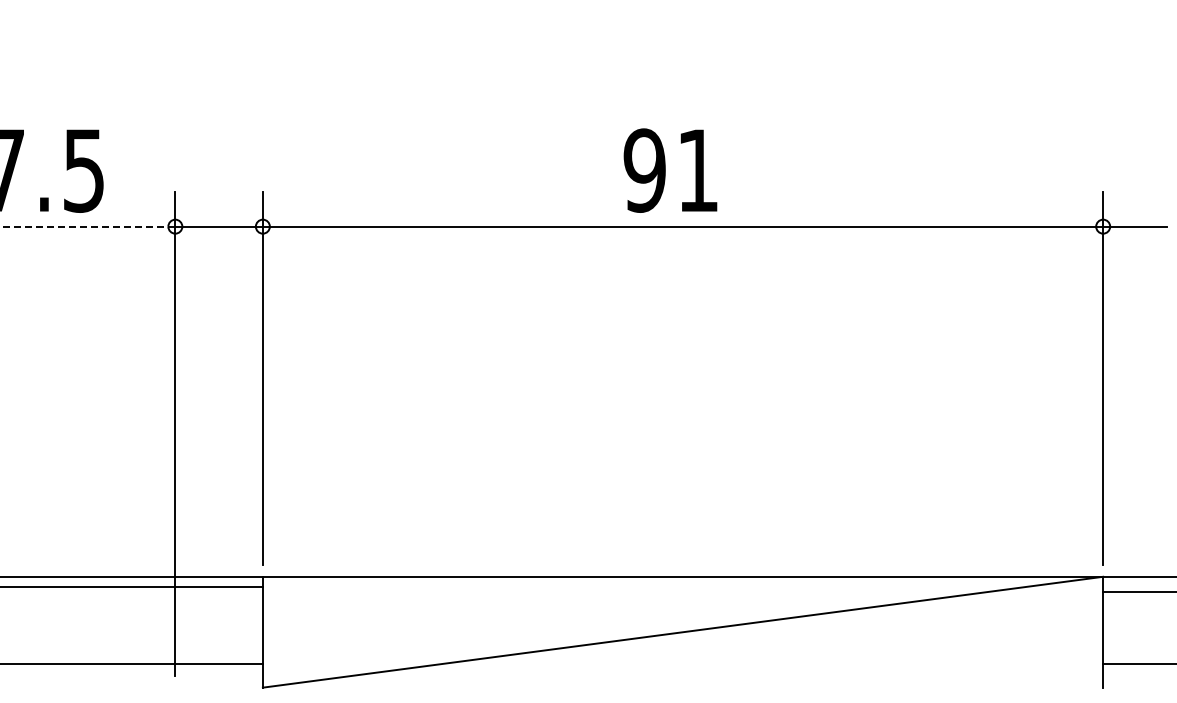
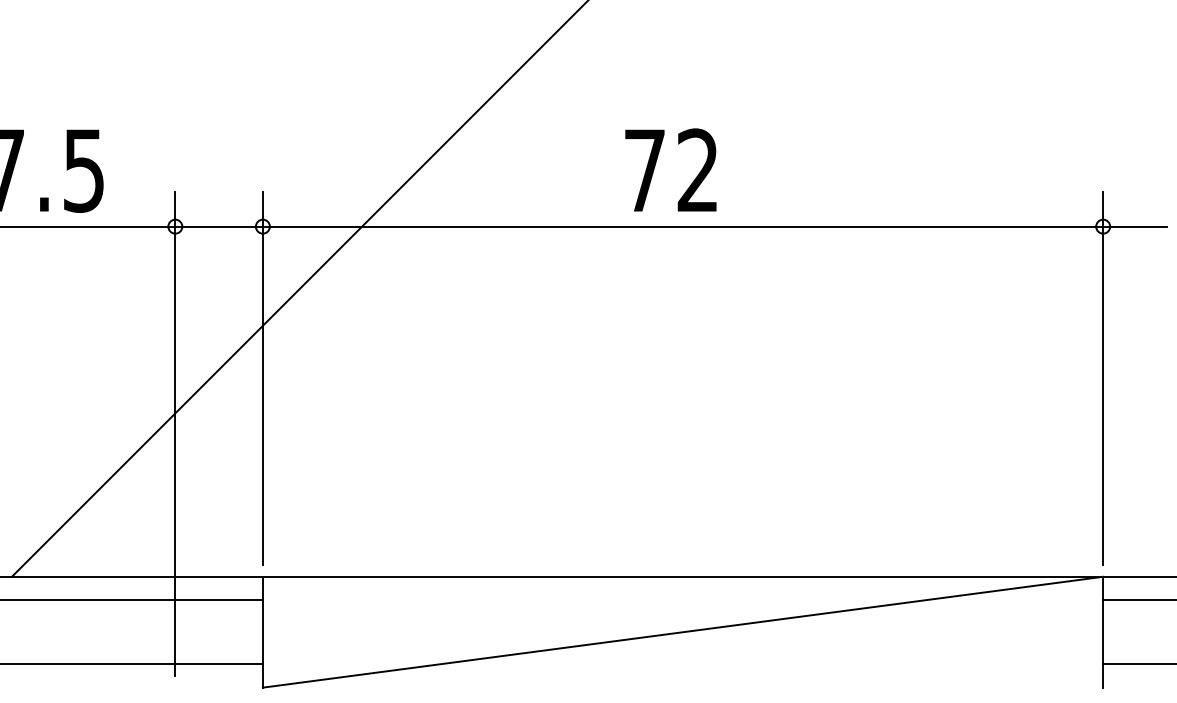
text at (670, 170): 91 -> 72
line at (87, 226): dashed -> solid
line at (298, 289): none -> present
line at (132, 587) position: (132, 587) -> (132, 600)
line at (1138, 592) position: (1138, 592) -> (1138, 600)
